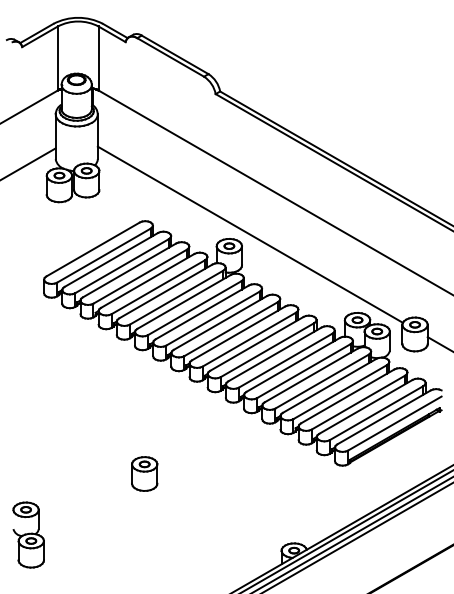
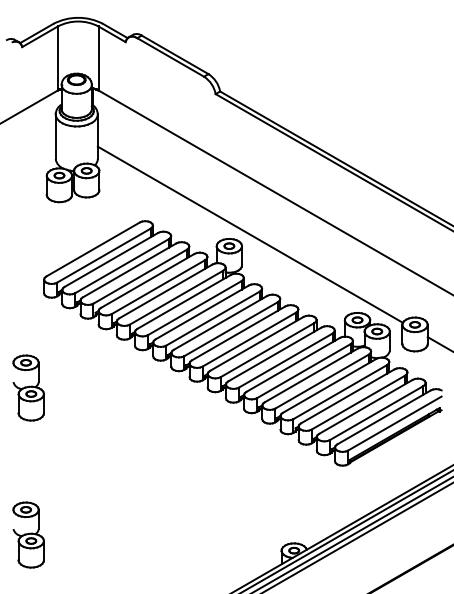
line at (28, 163): present -> none
part at (28, 387): none -> present
part at (144, 473): present -> none
